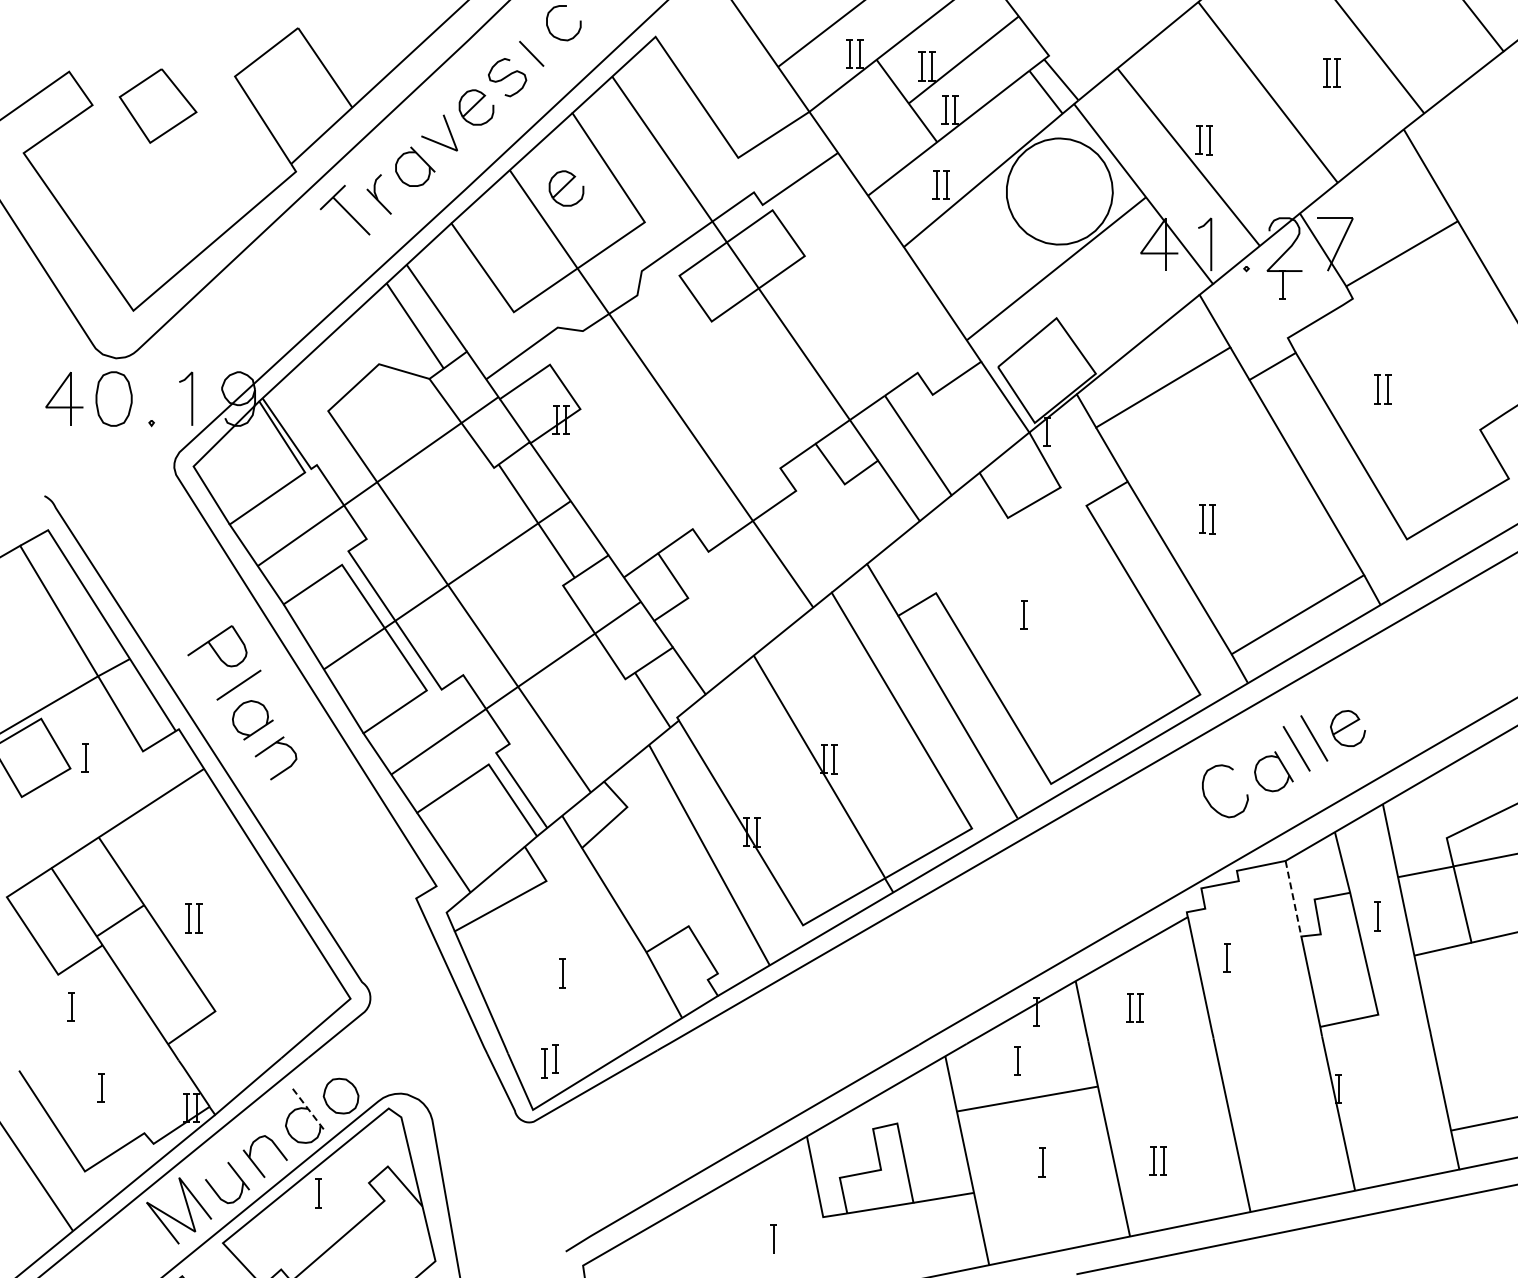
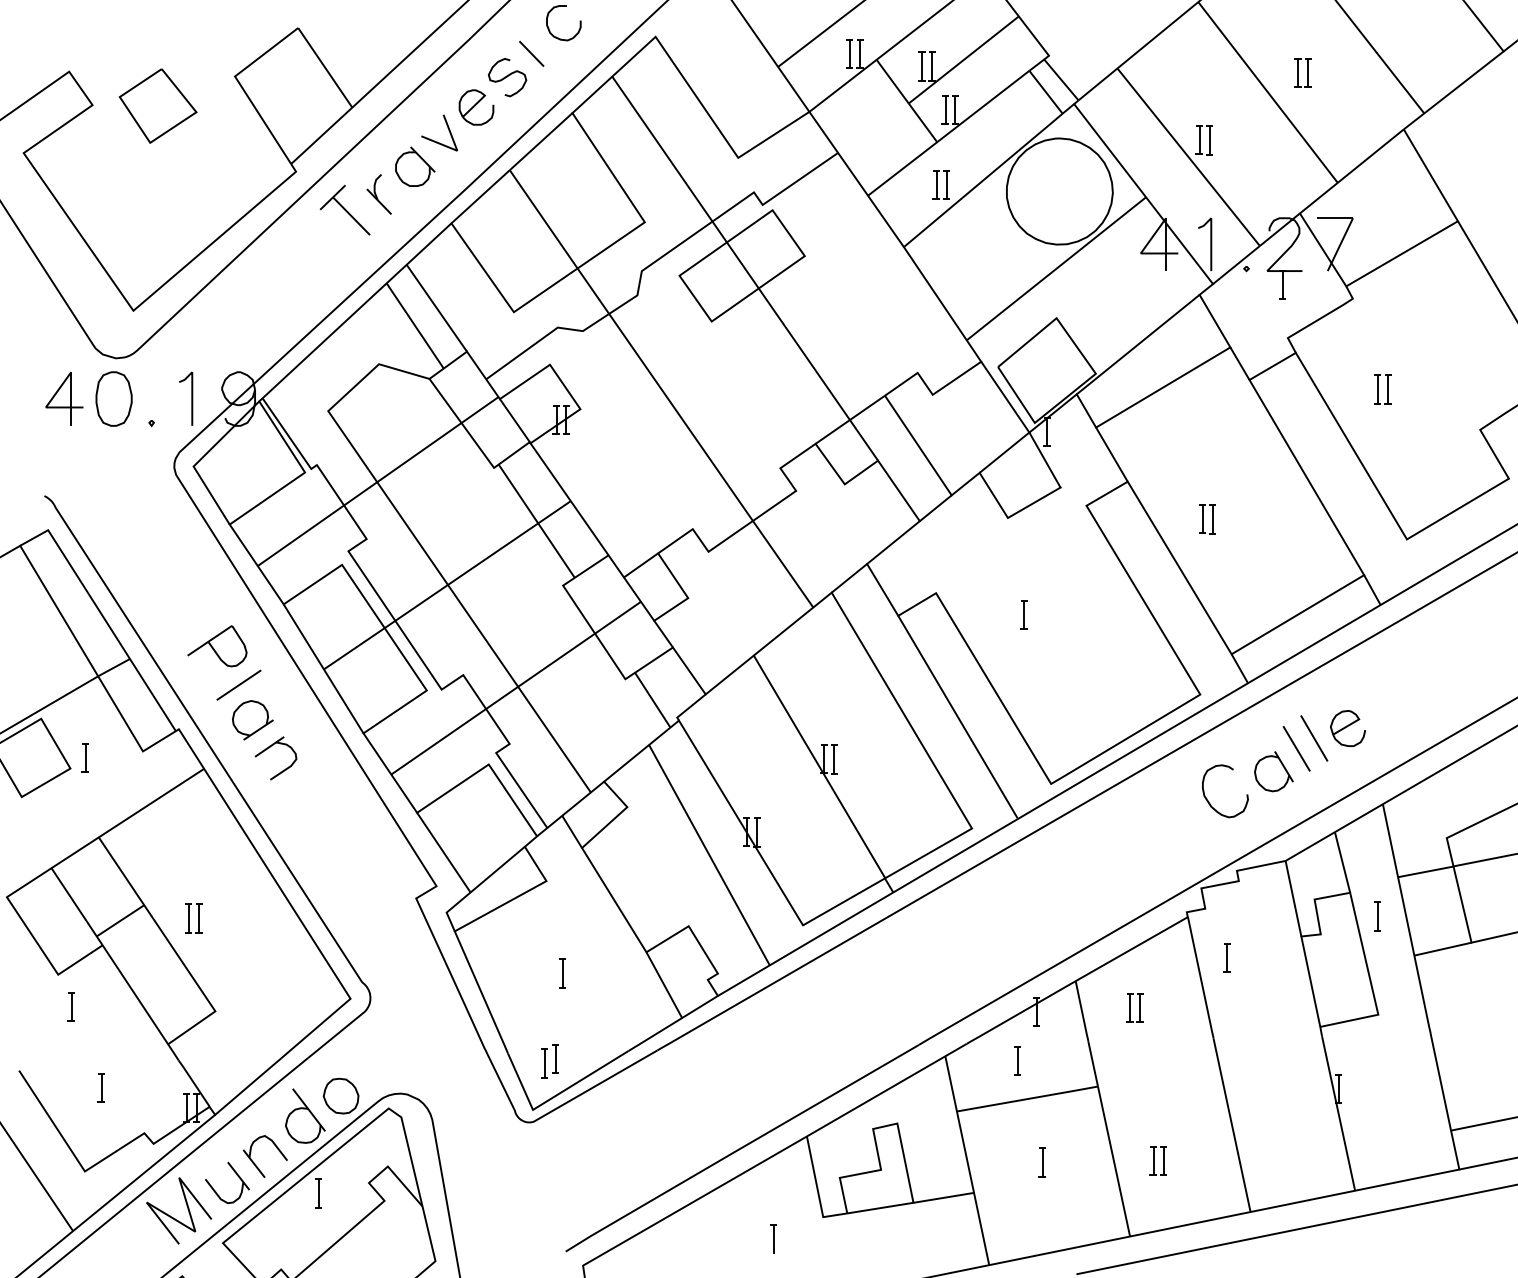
part at (1331, 72) position: (1331, 72) -> (1302, 72)
part at (566, 188): present -> none
line at (1293, 898): dashed -> solid
line at (309, 1110): dashed -> solid
